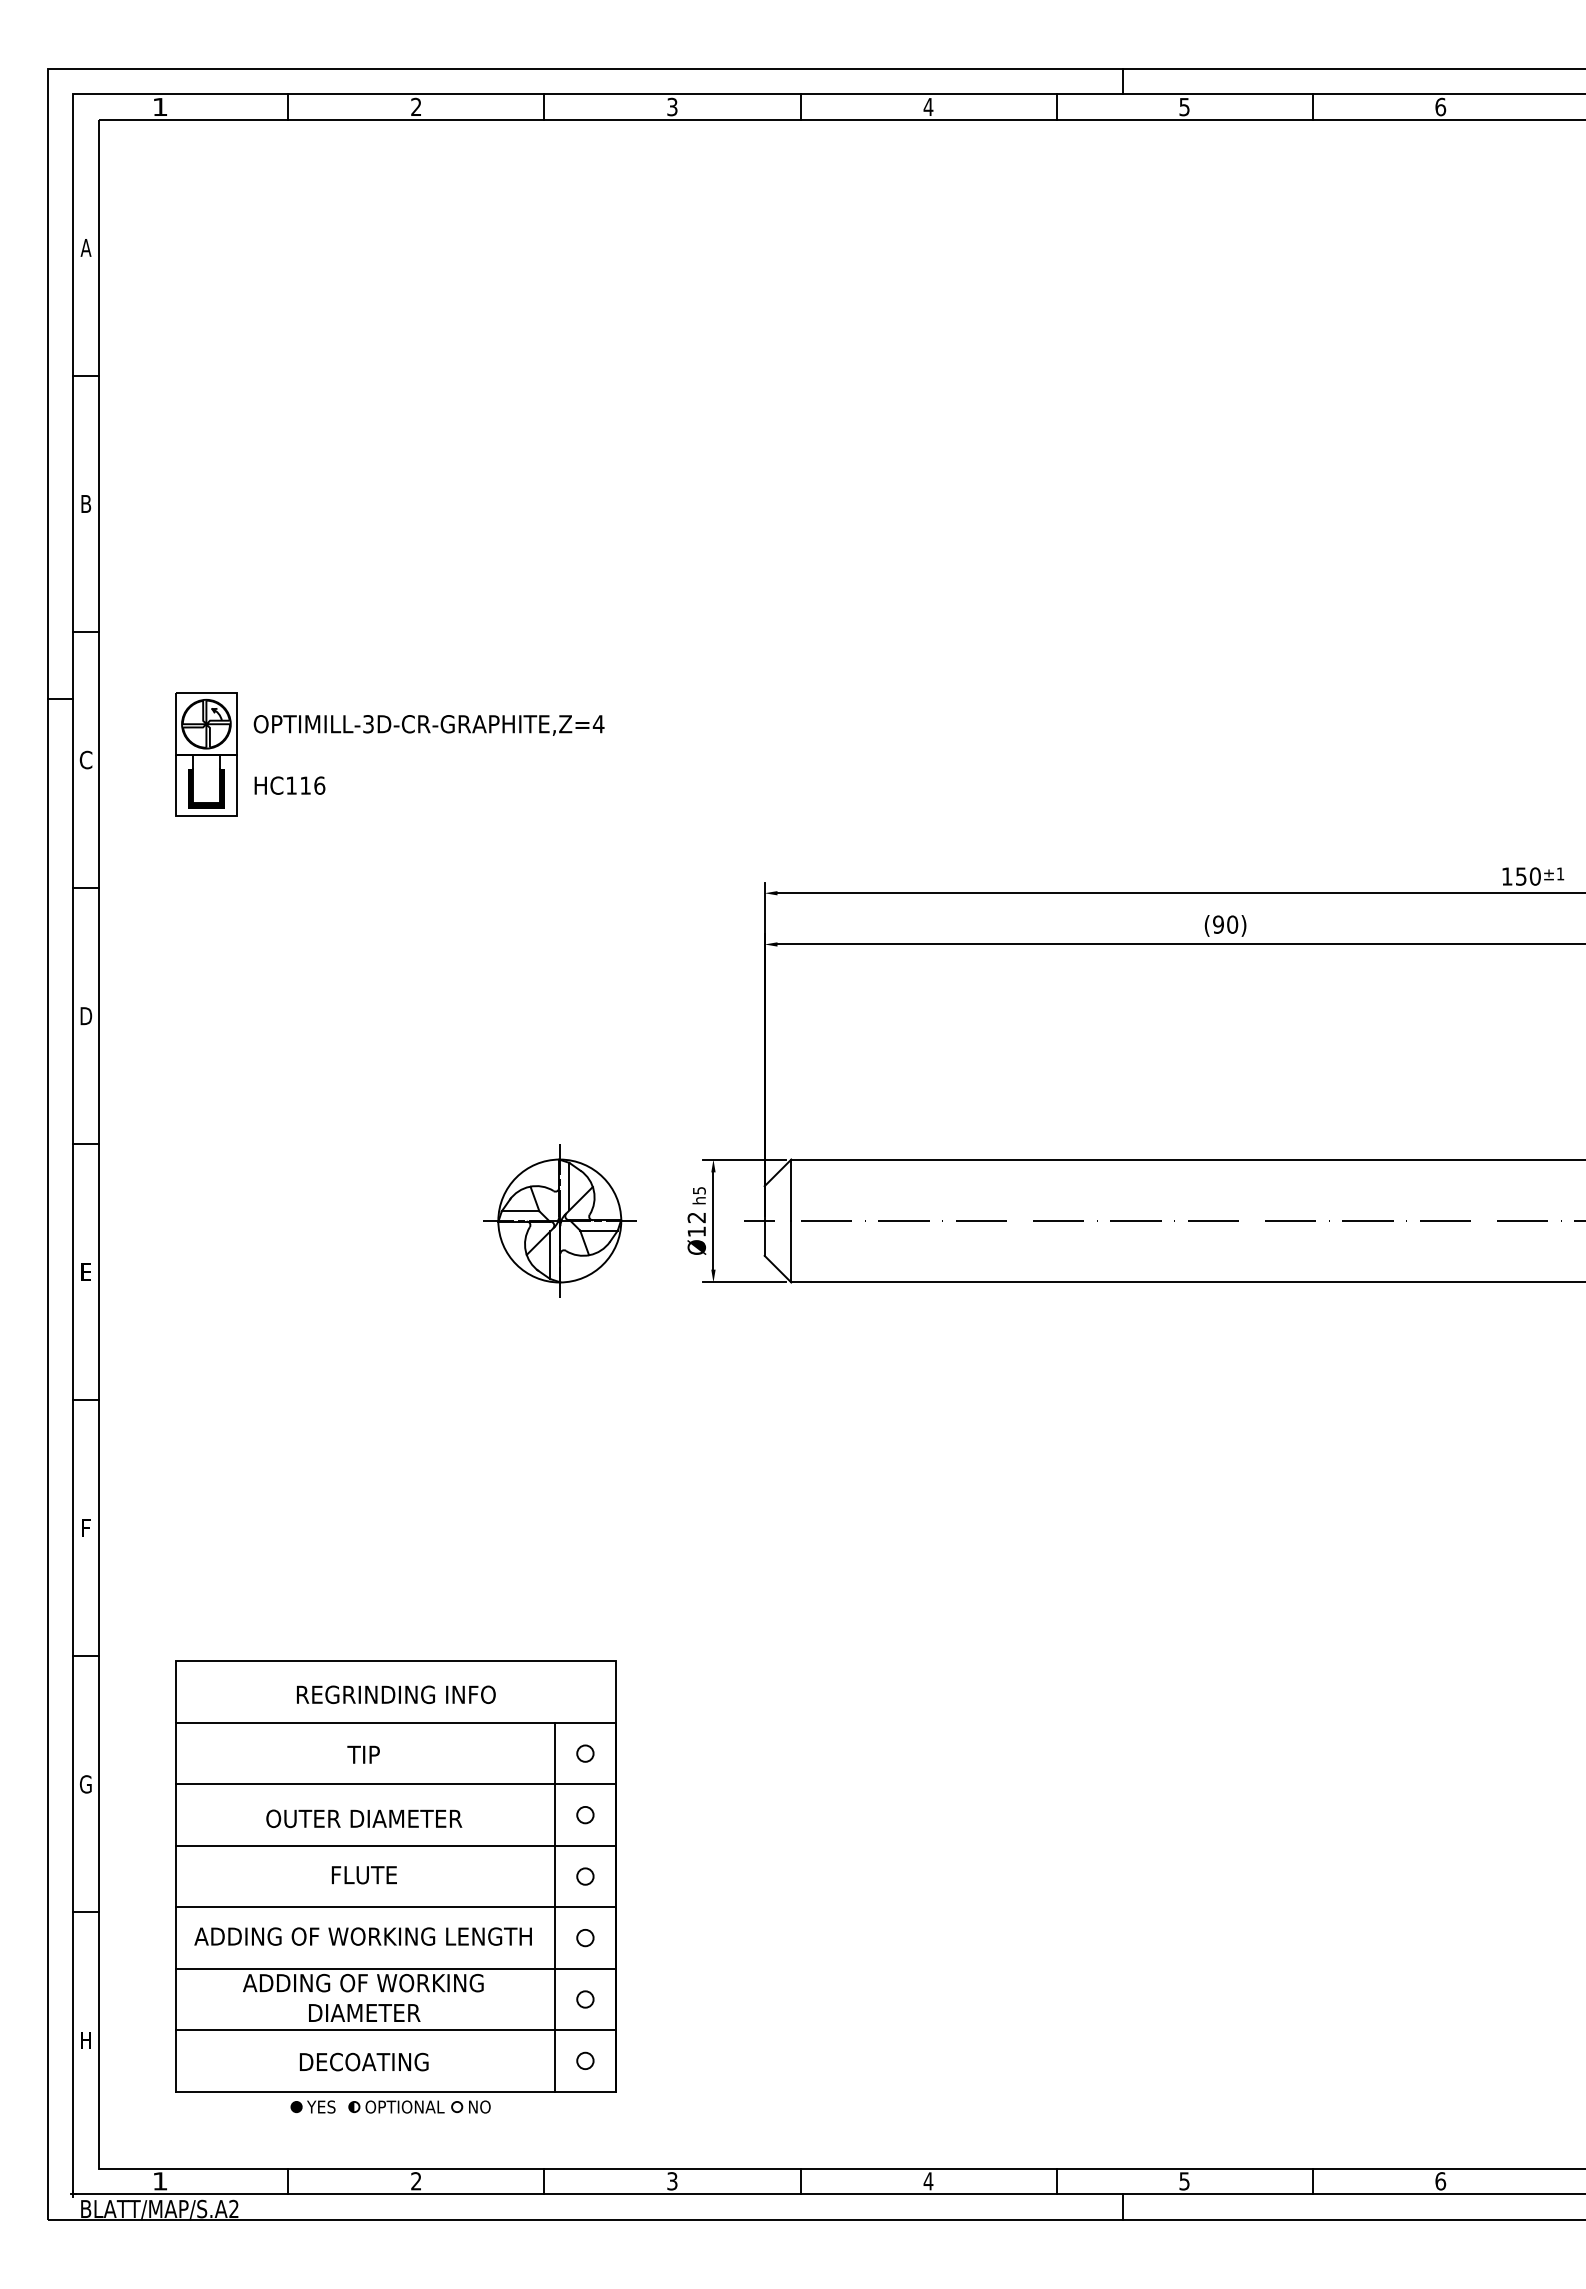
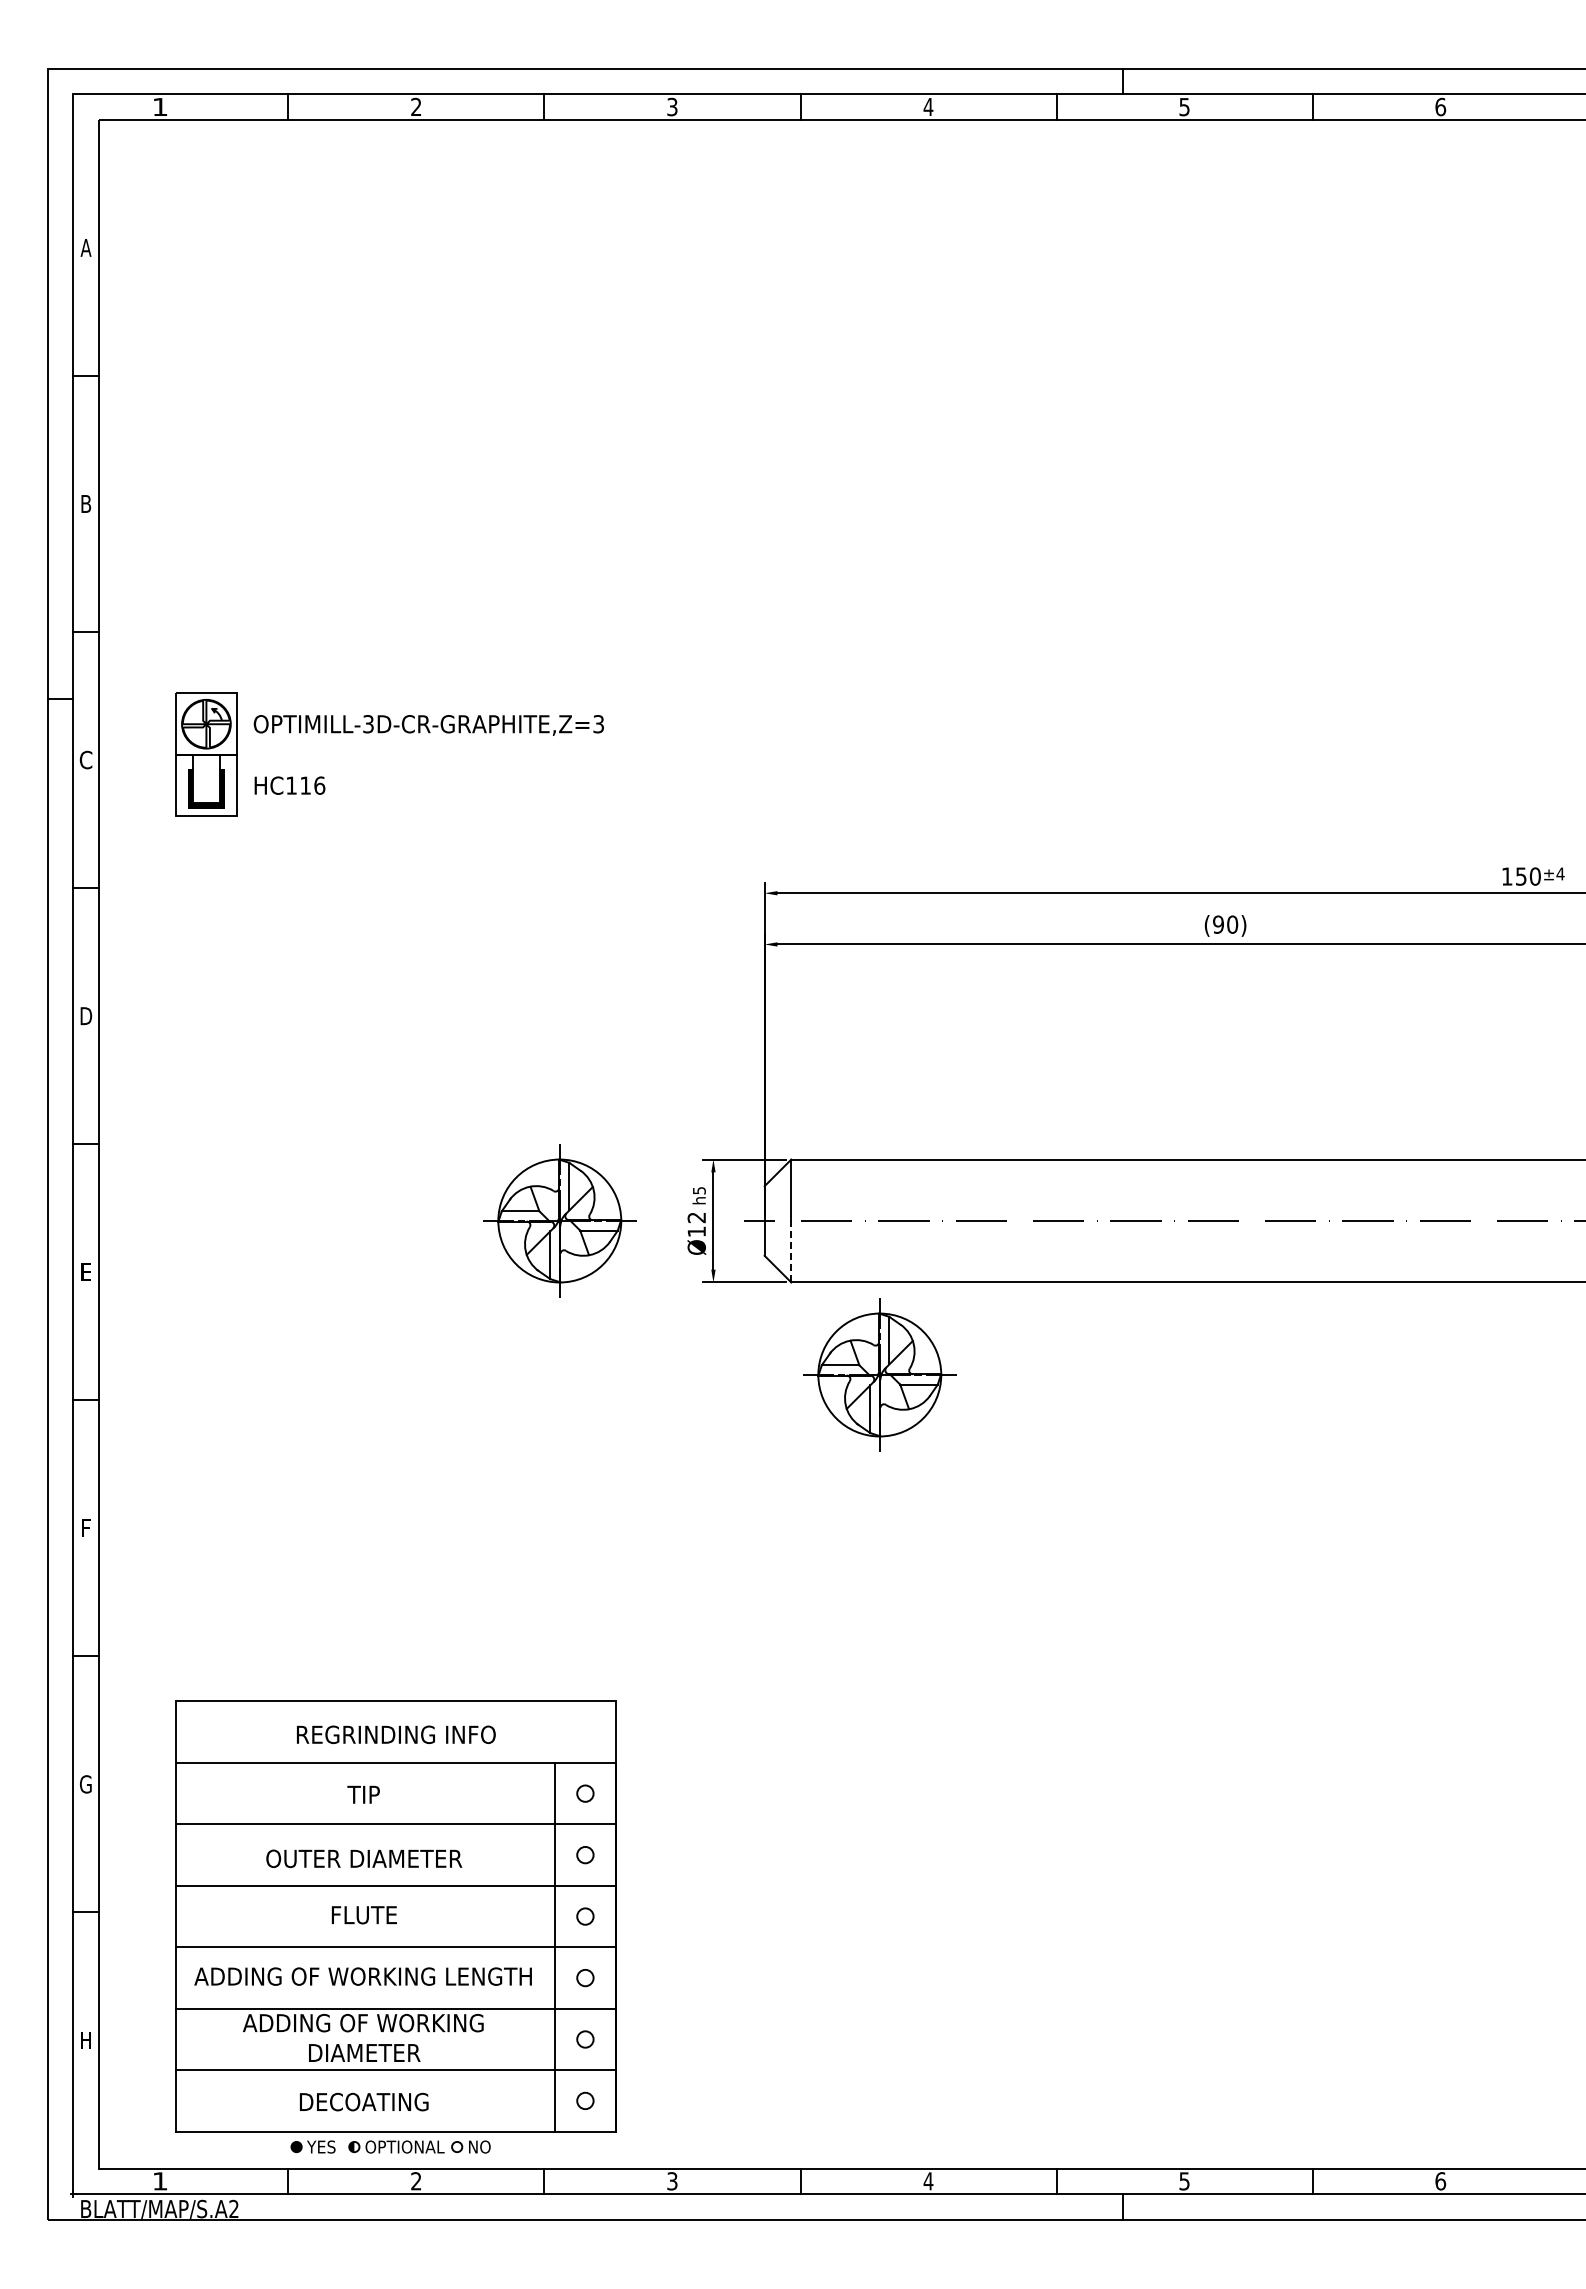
text at (598, 724): OPTIMILL-3D-CR-GRAPHITE,Z=4 -> OPTIMILL-3D-CR-GRAPHITE,Z=3
text at (1560, 873): ±1 -> ±4
line at (791, 1251): solid -> dashed
part at (879, 1374): none -> present
part at (395, 1886) position: (395, 1886) -> (395, 1926)
